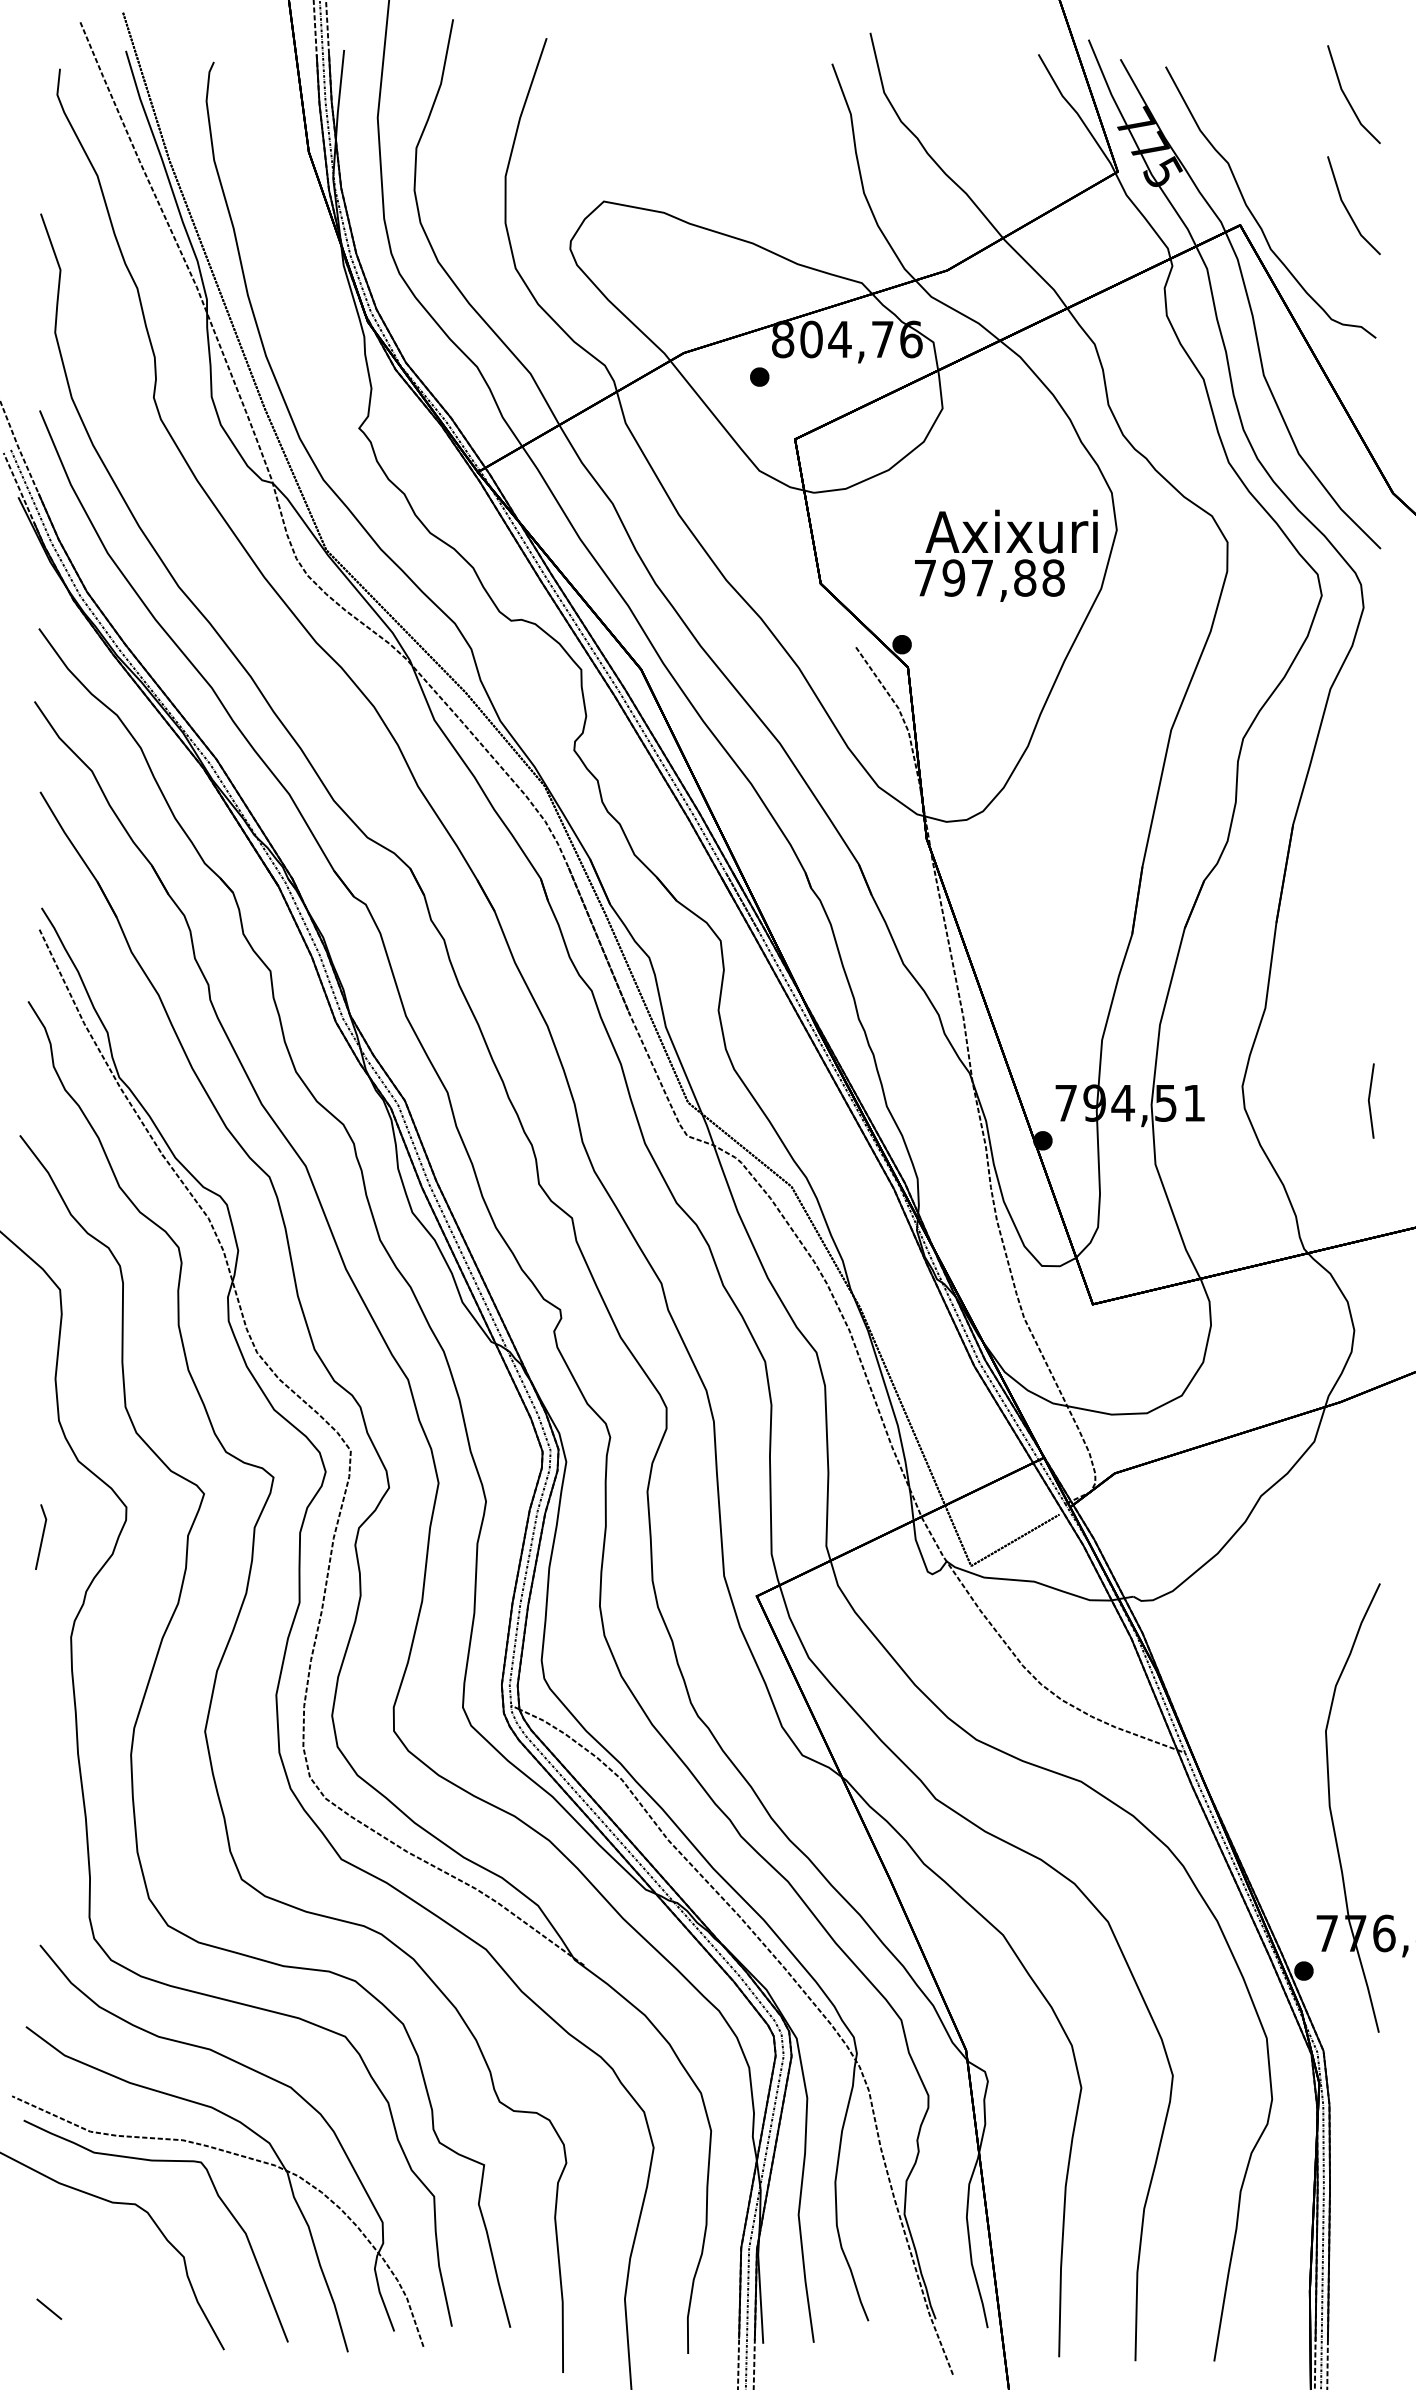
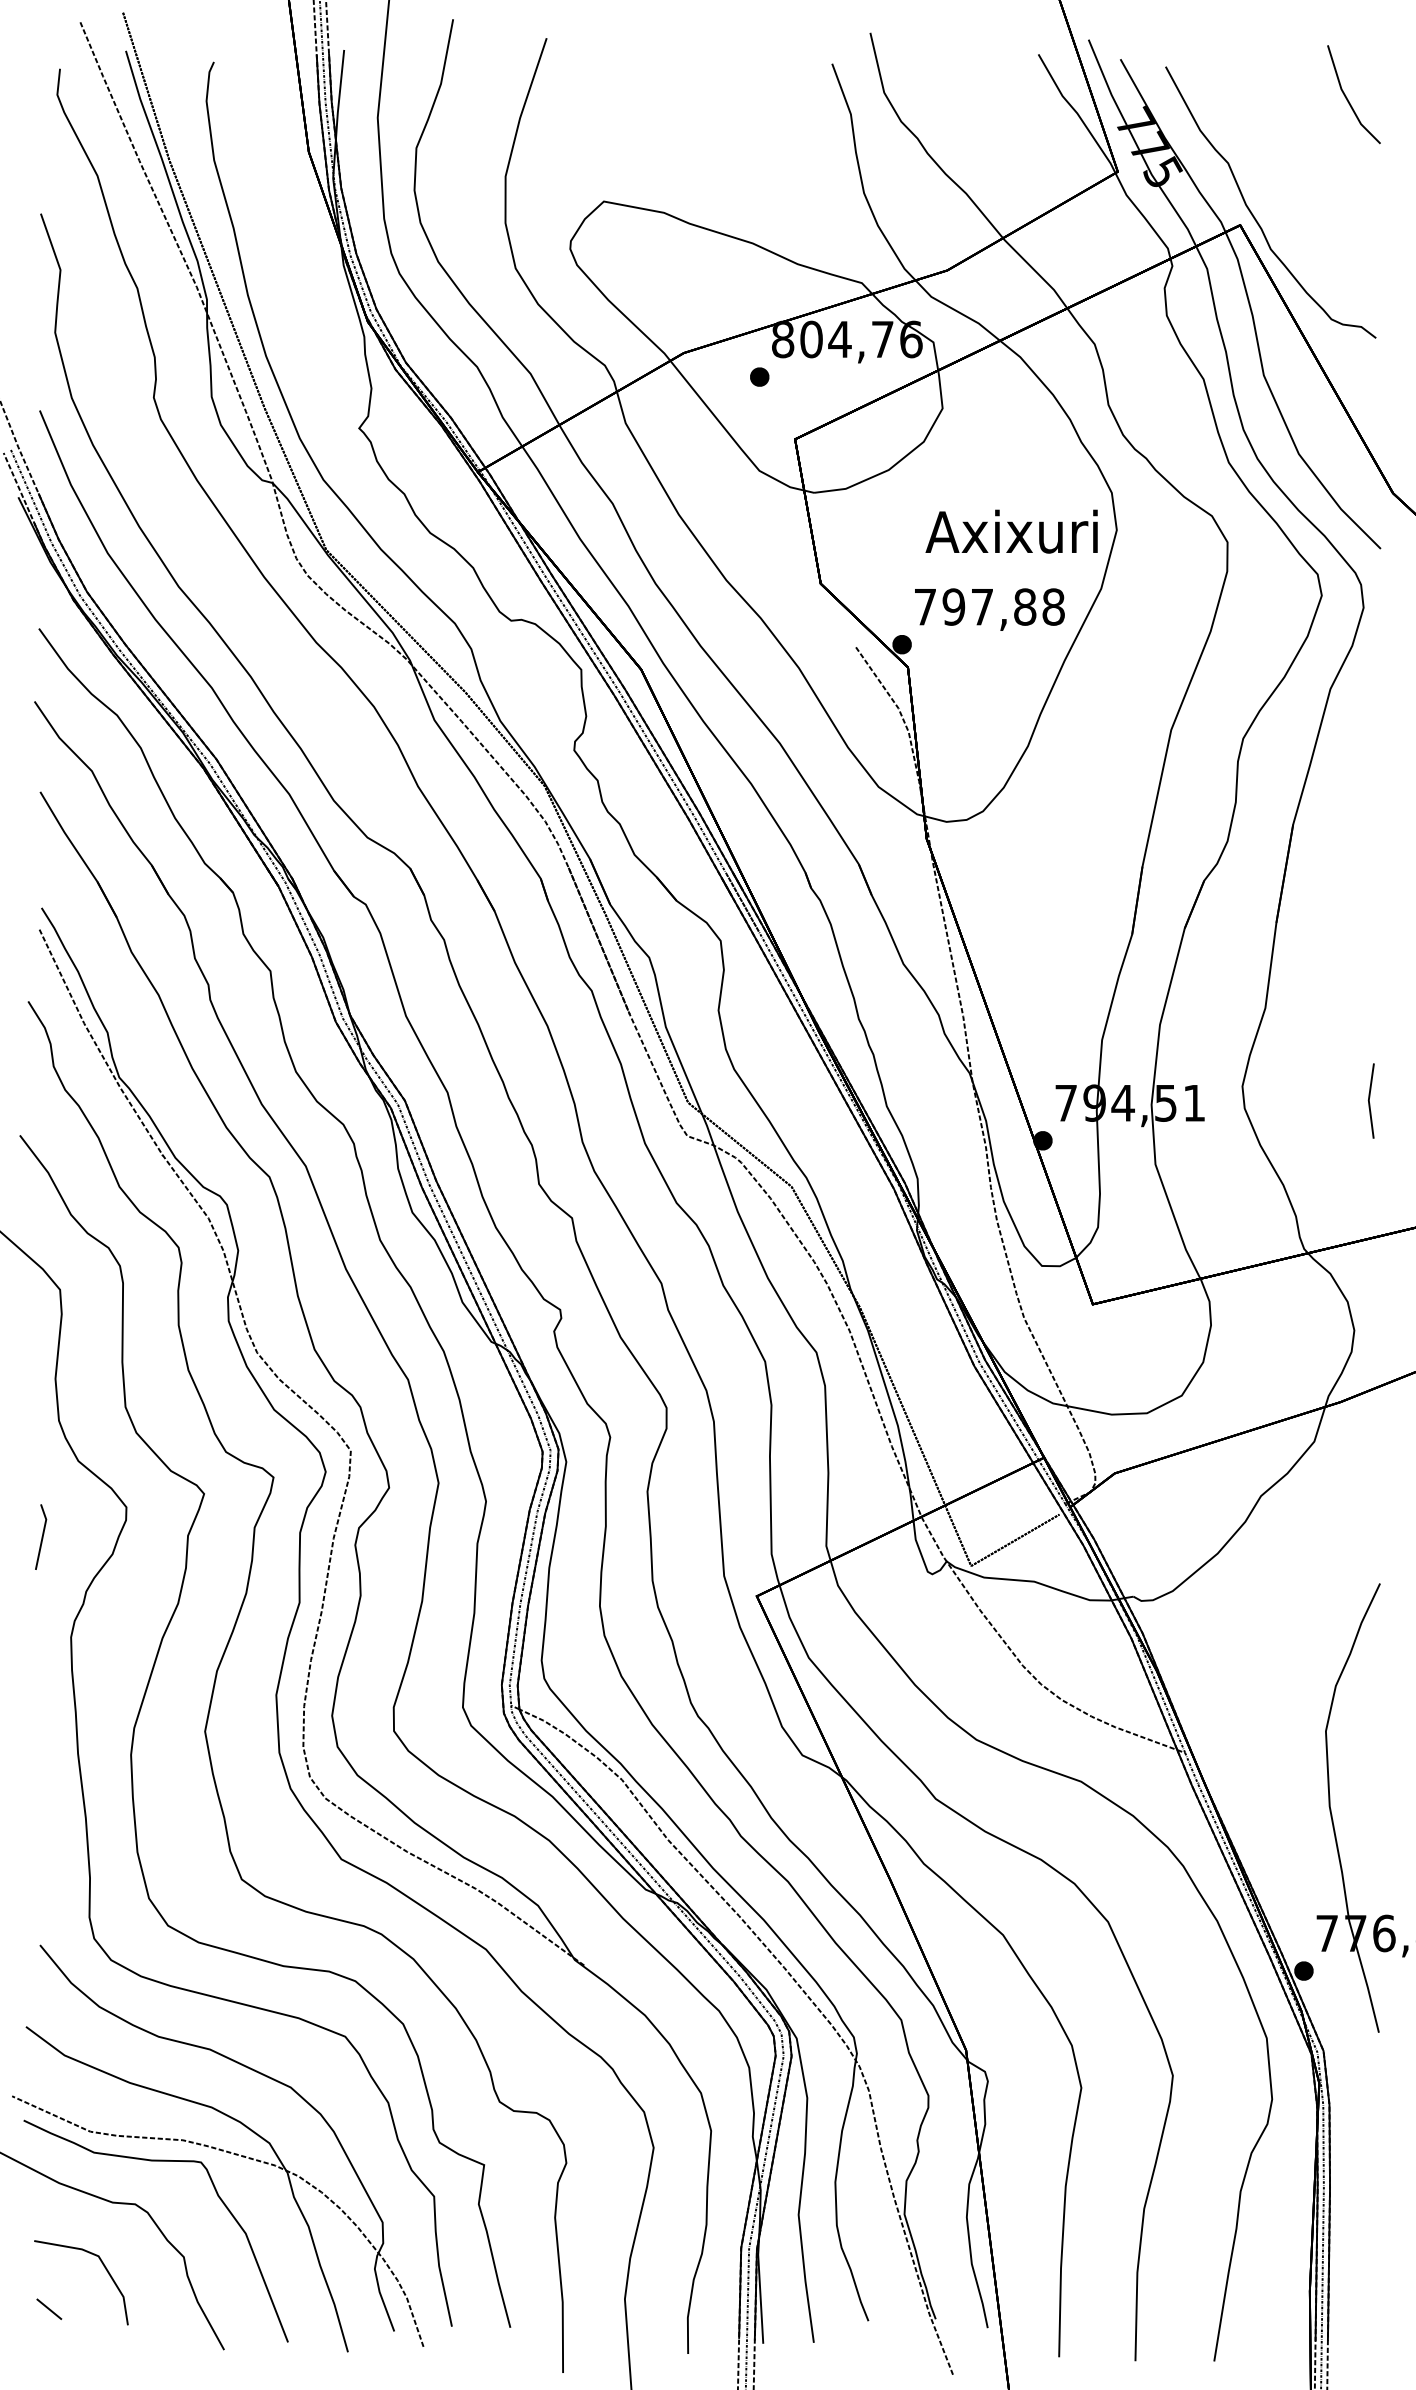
line at (1347, 208): present -> none
text at (989, 580) position: (989, 580) -> (989, 609)
part at (103, 2266): none -> present
